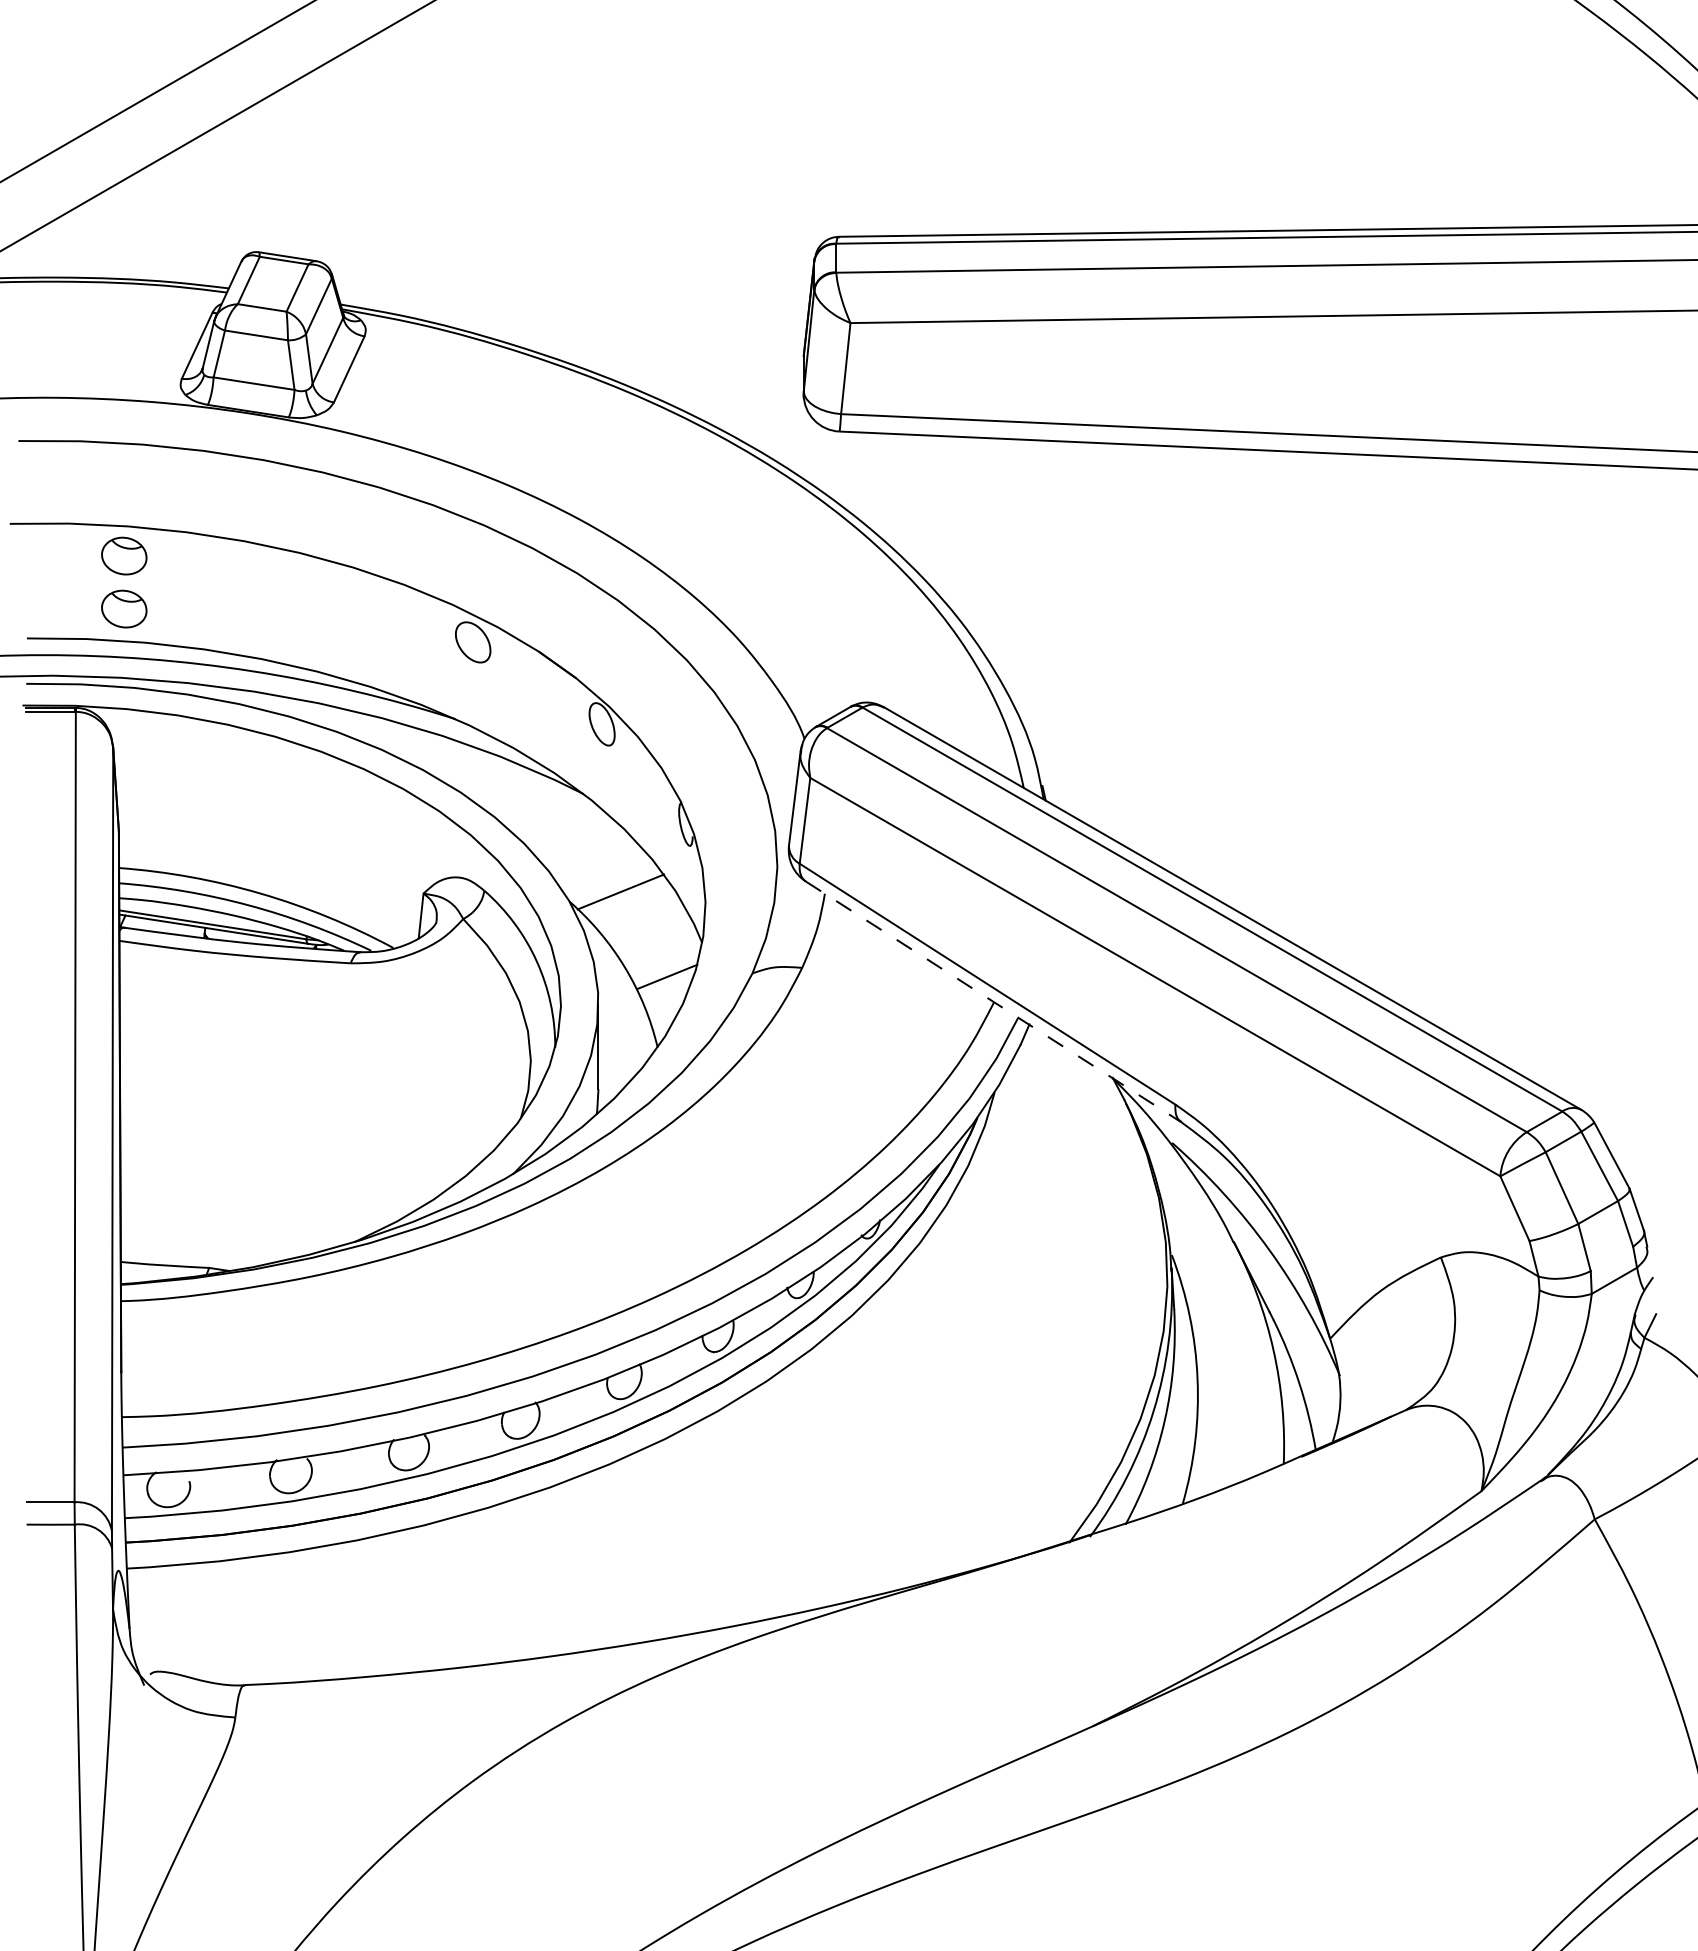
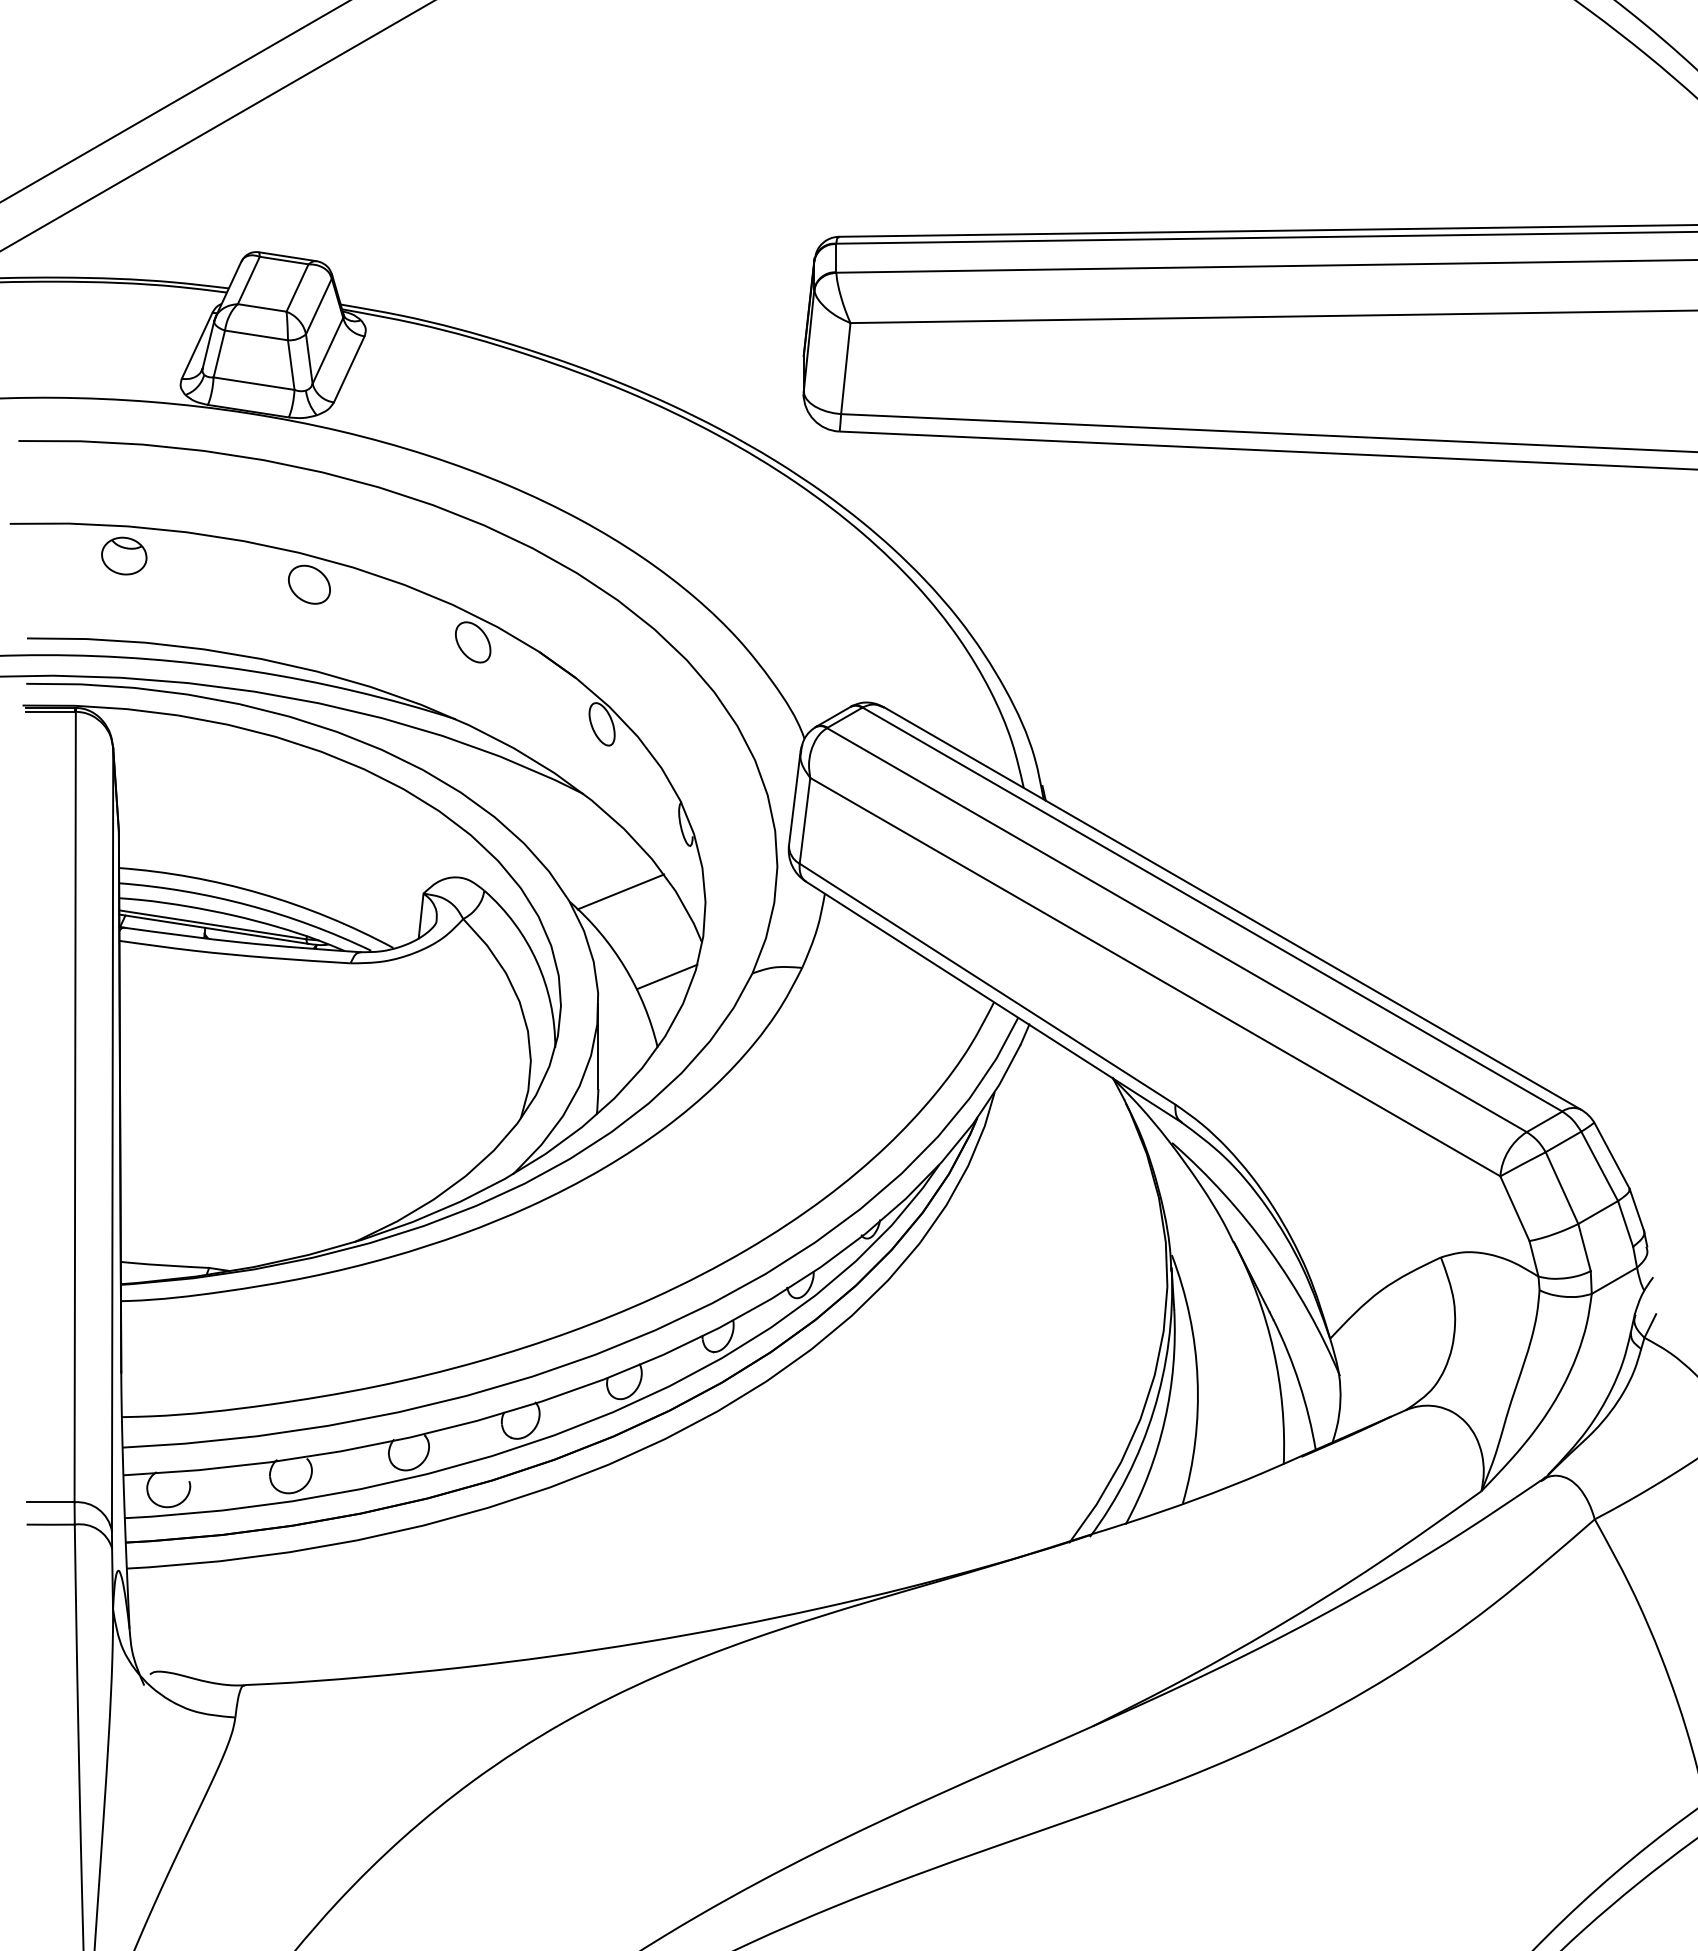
line at (156, 91) position: (156, 91) -> (174, 101)
part at (309, 584): none -> present
part at (124, 608): present -> none
line at (994, 1002): dashed -> solid
